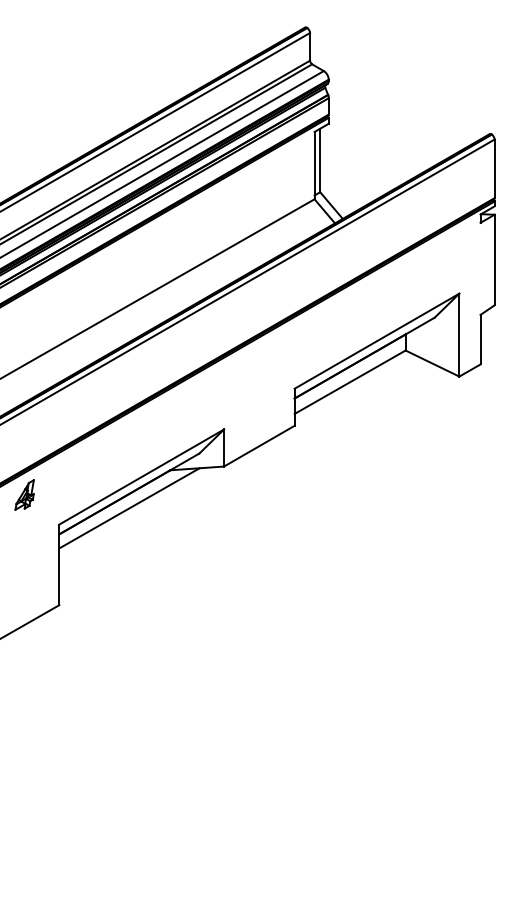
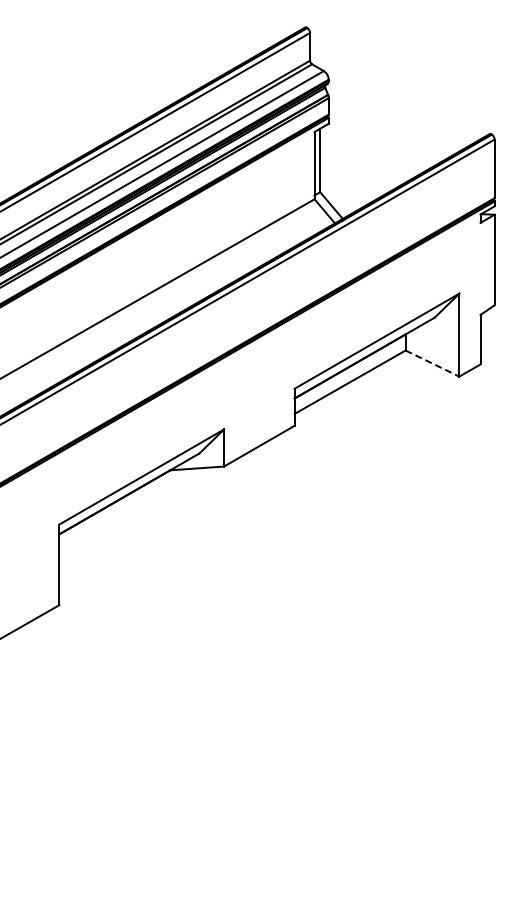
line at (432, 363): solid -> dashed
part at (24, 494): present -> none
line at (129, 508): present -> none
